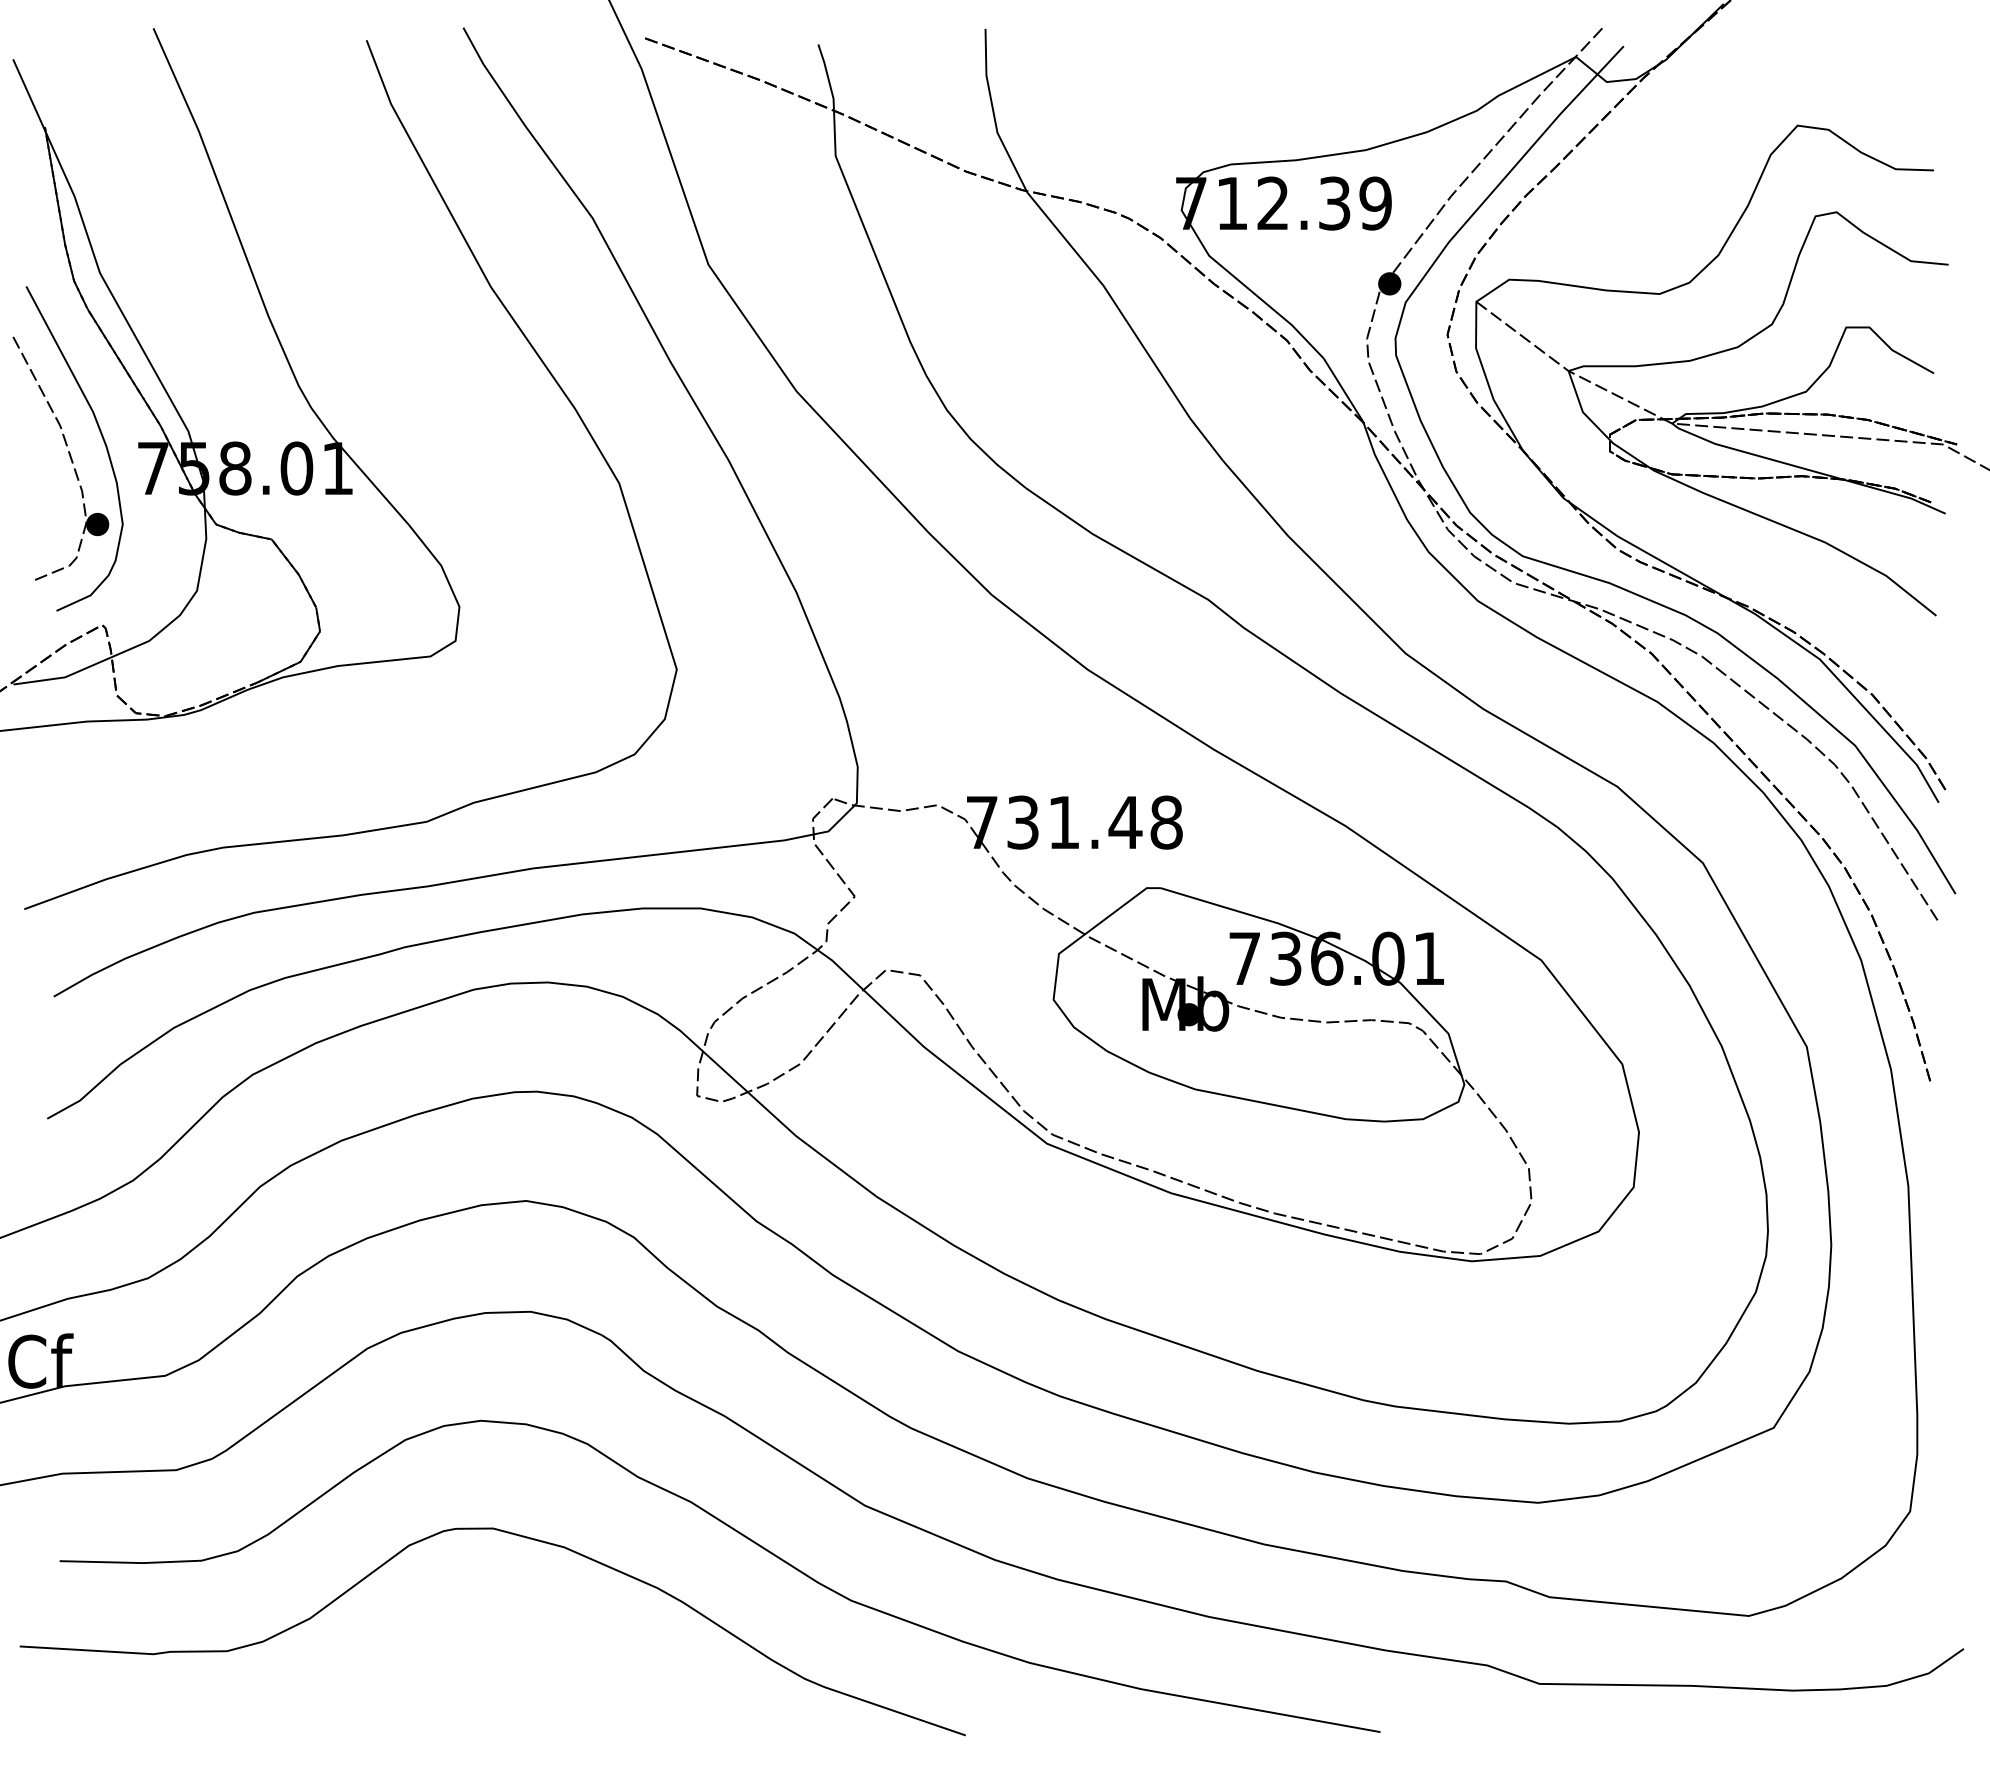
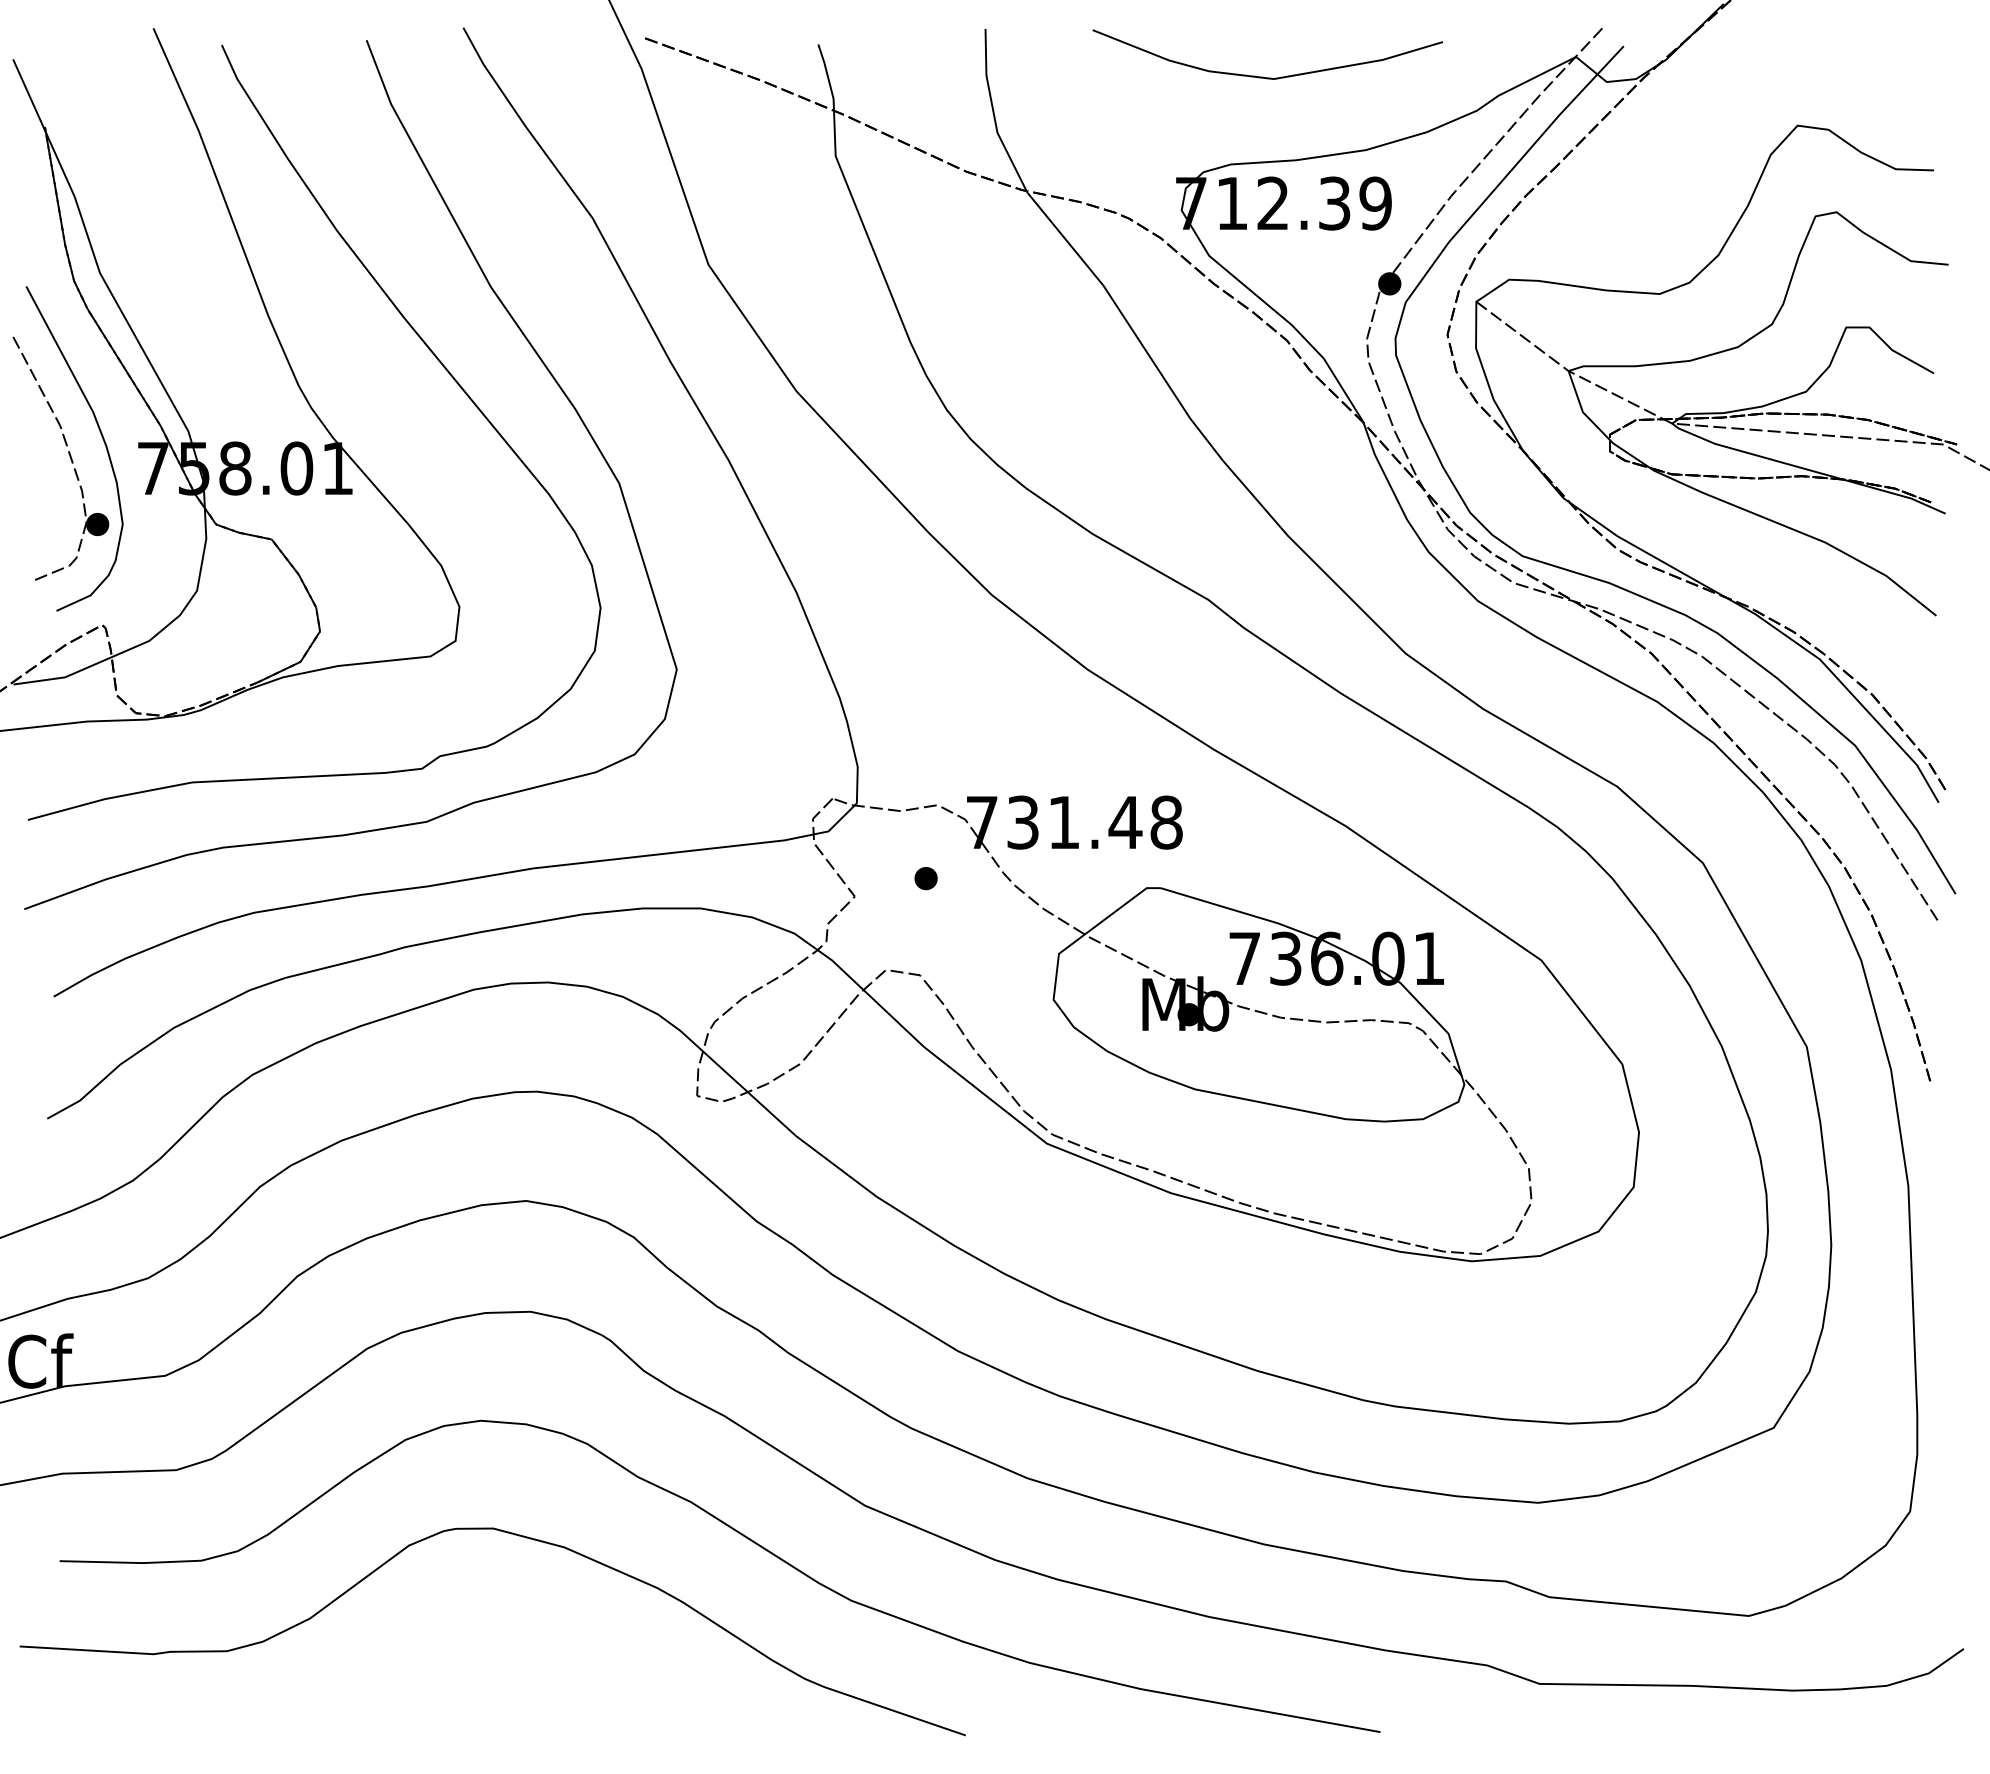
curve at (1263, 76): none -> present
curve at (424, 344): none -> present
part at (925, 878): none -> present
